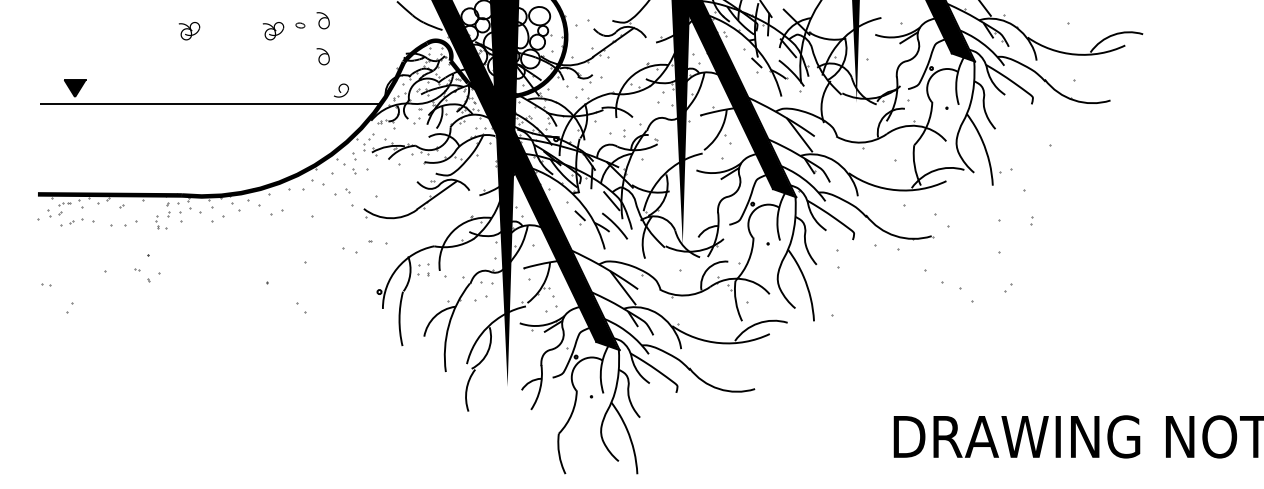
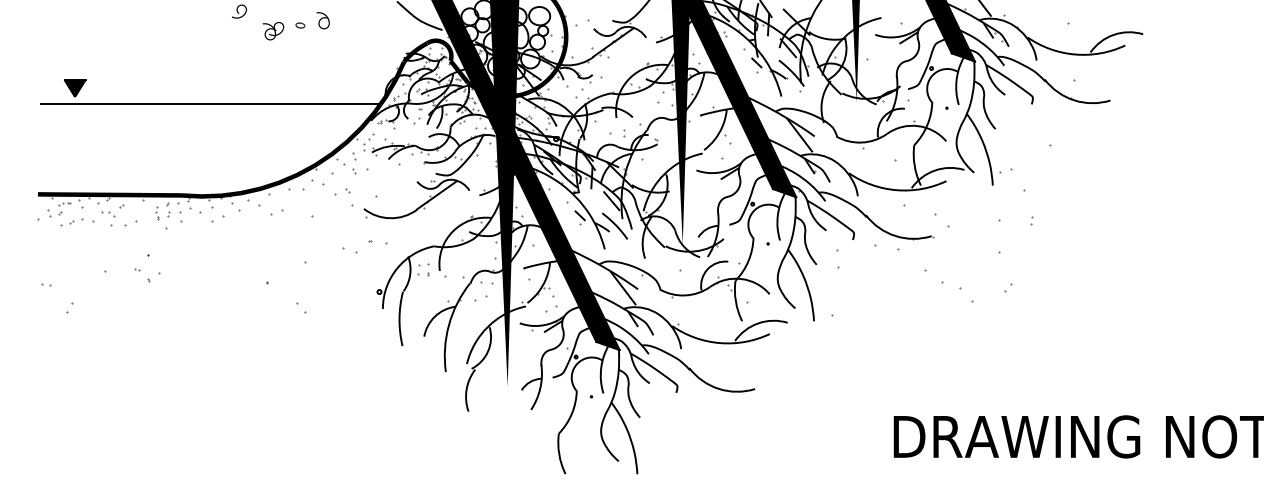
part at (189, 31): present -> none
curve at (321, 55): present -> none
curve at (340, 91) position: (340, 91) -> (238, 12)
part at (108, 214): none -> present
part at (157, 222) position: (157, 222) -> (157, 213)
